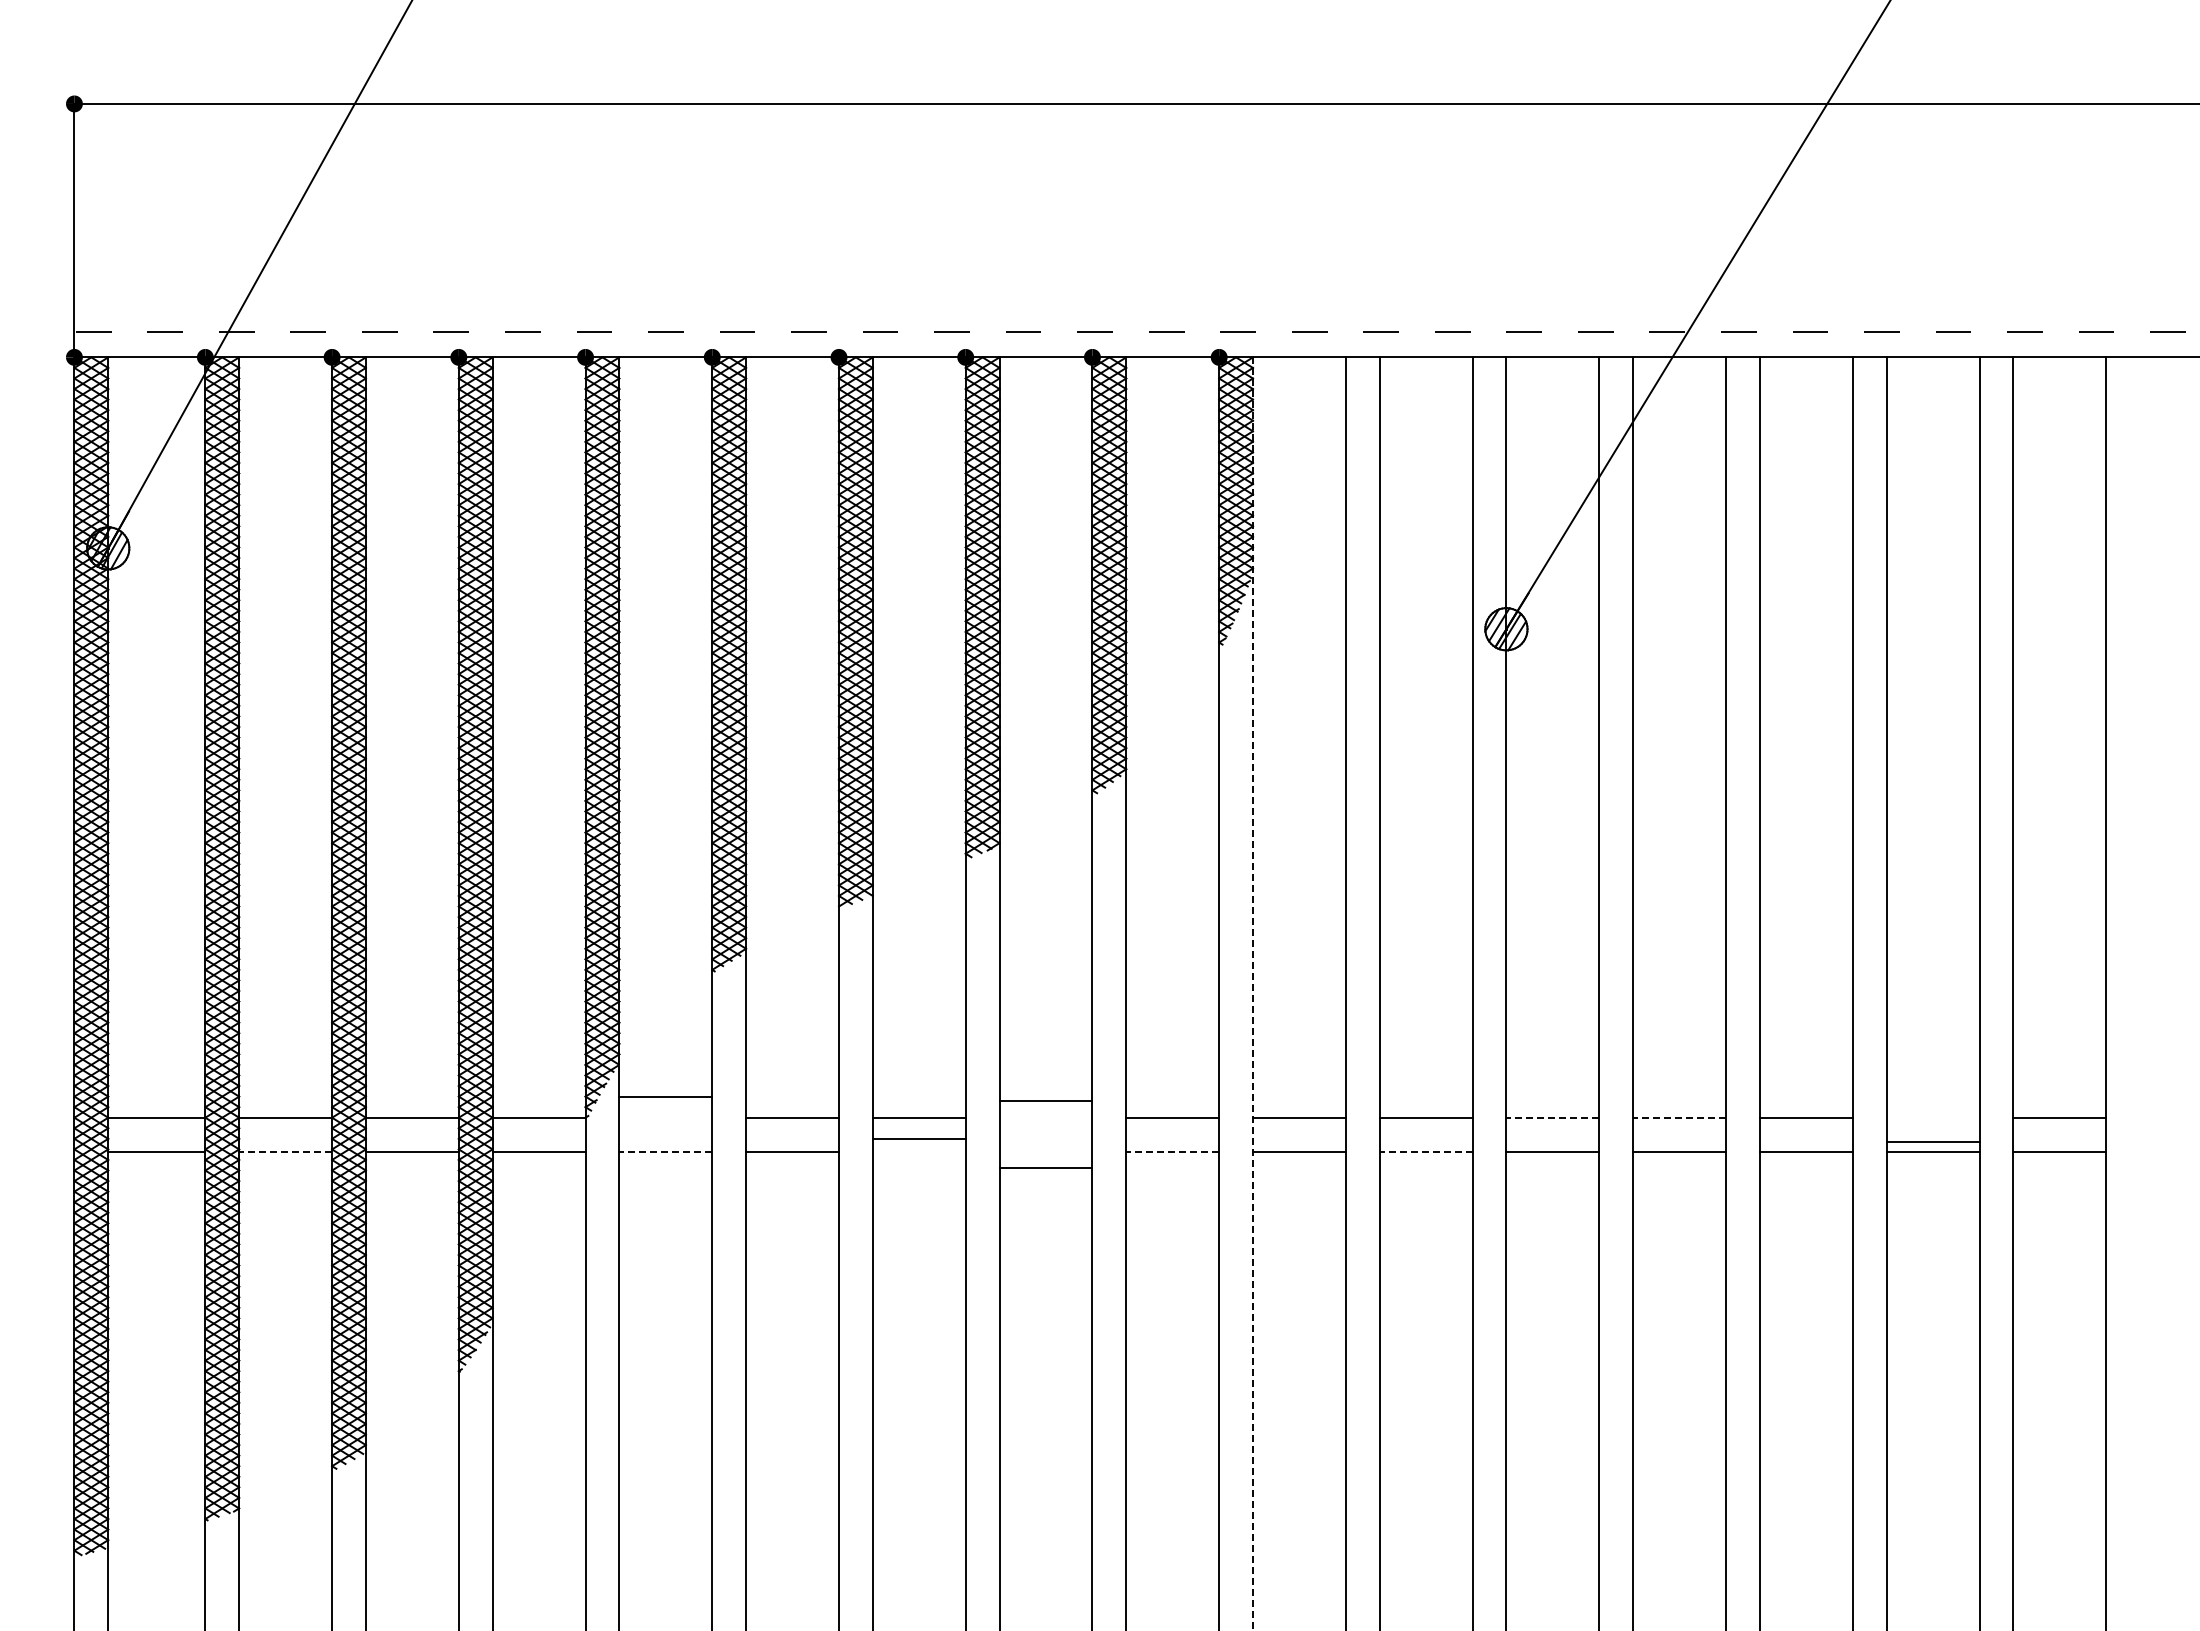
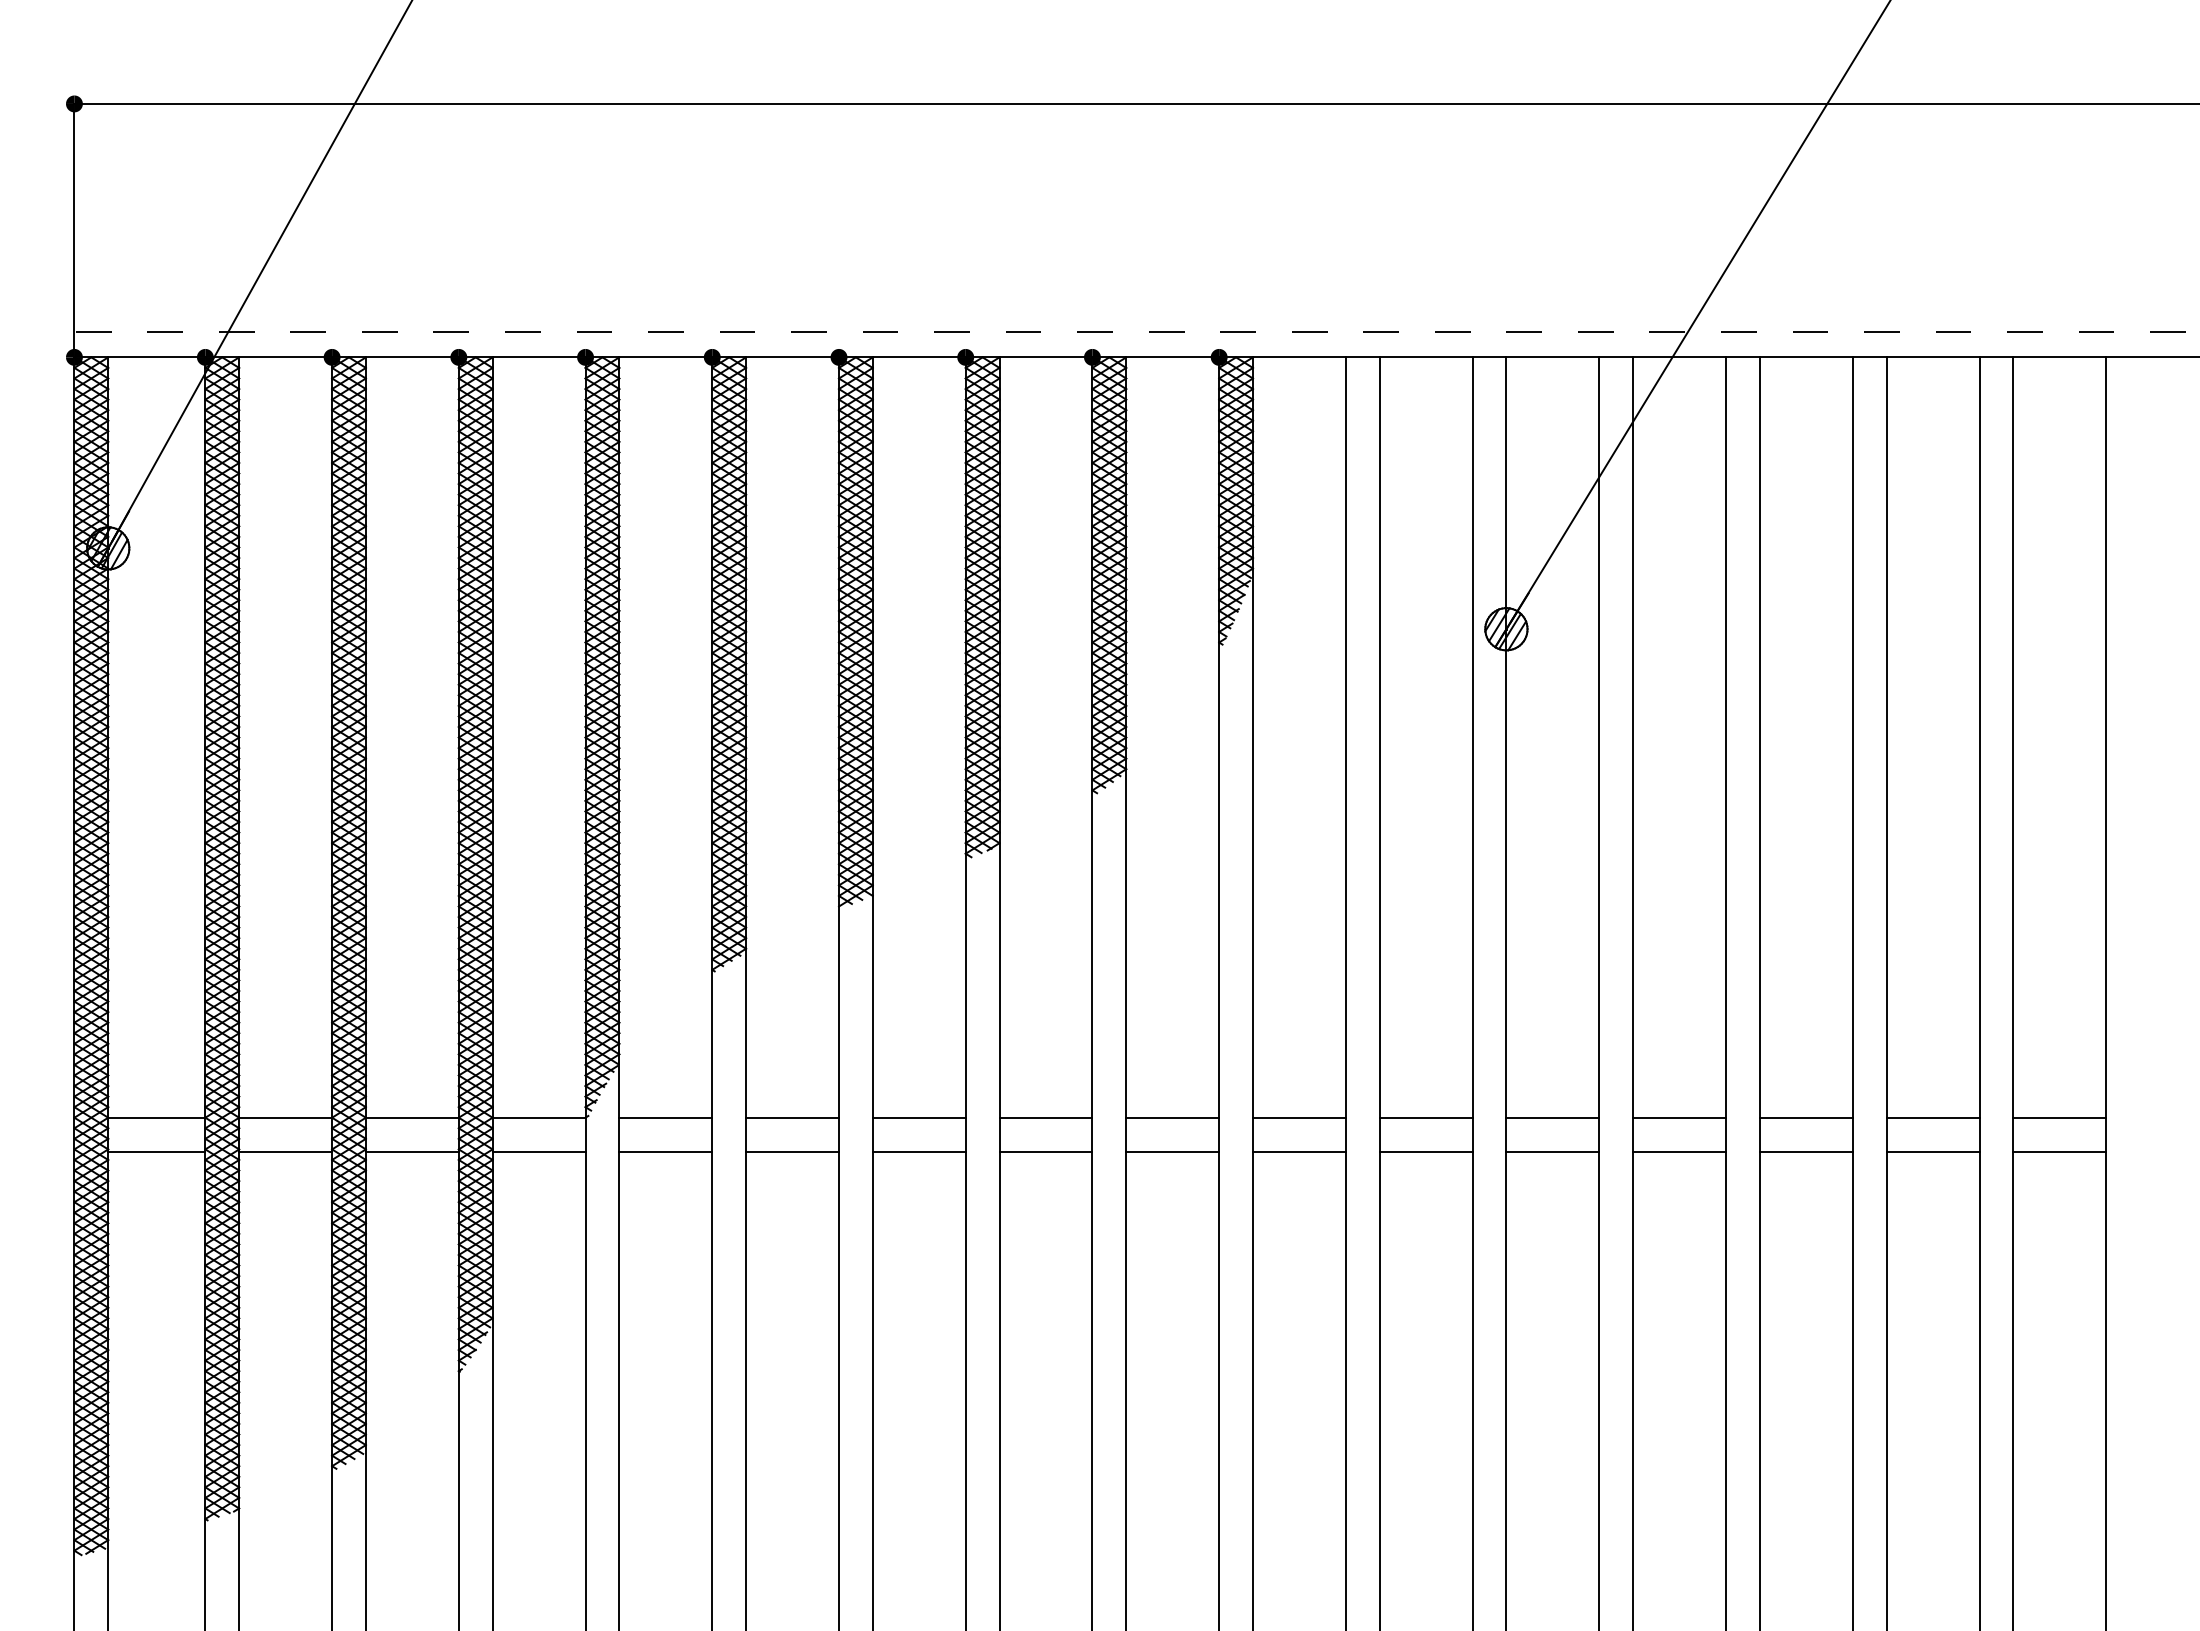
line at (1252, 994): dashed -> solid
line at (665, 1096) position: (665, 1096) -> (665, 1117)
line at (1045, 1100) position: (1045, 1100) -> (1045, 1117)
line at (1552, 1117): dashed -> solid
line at (1679, 1117): dashed -> solid
line at (918, 1138) position: (918, 1138) -> (918, 1151)
line at (1932, 1141) position: (1932, 1141) -> (1932, 1117)
line at (285, 1151): dashed -> solid
line at (665, 1151): dashed -> solid
line at (1172, 1151): dashed -> solid
line at (1425, 1151): dashed -> solid
line at (1045, 1167) position: (1045, 1167) -> (1045, 1151)
